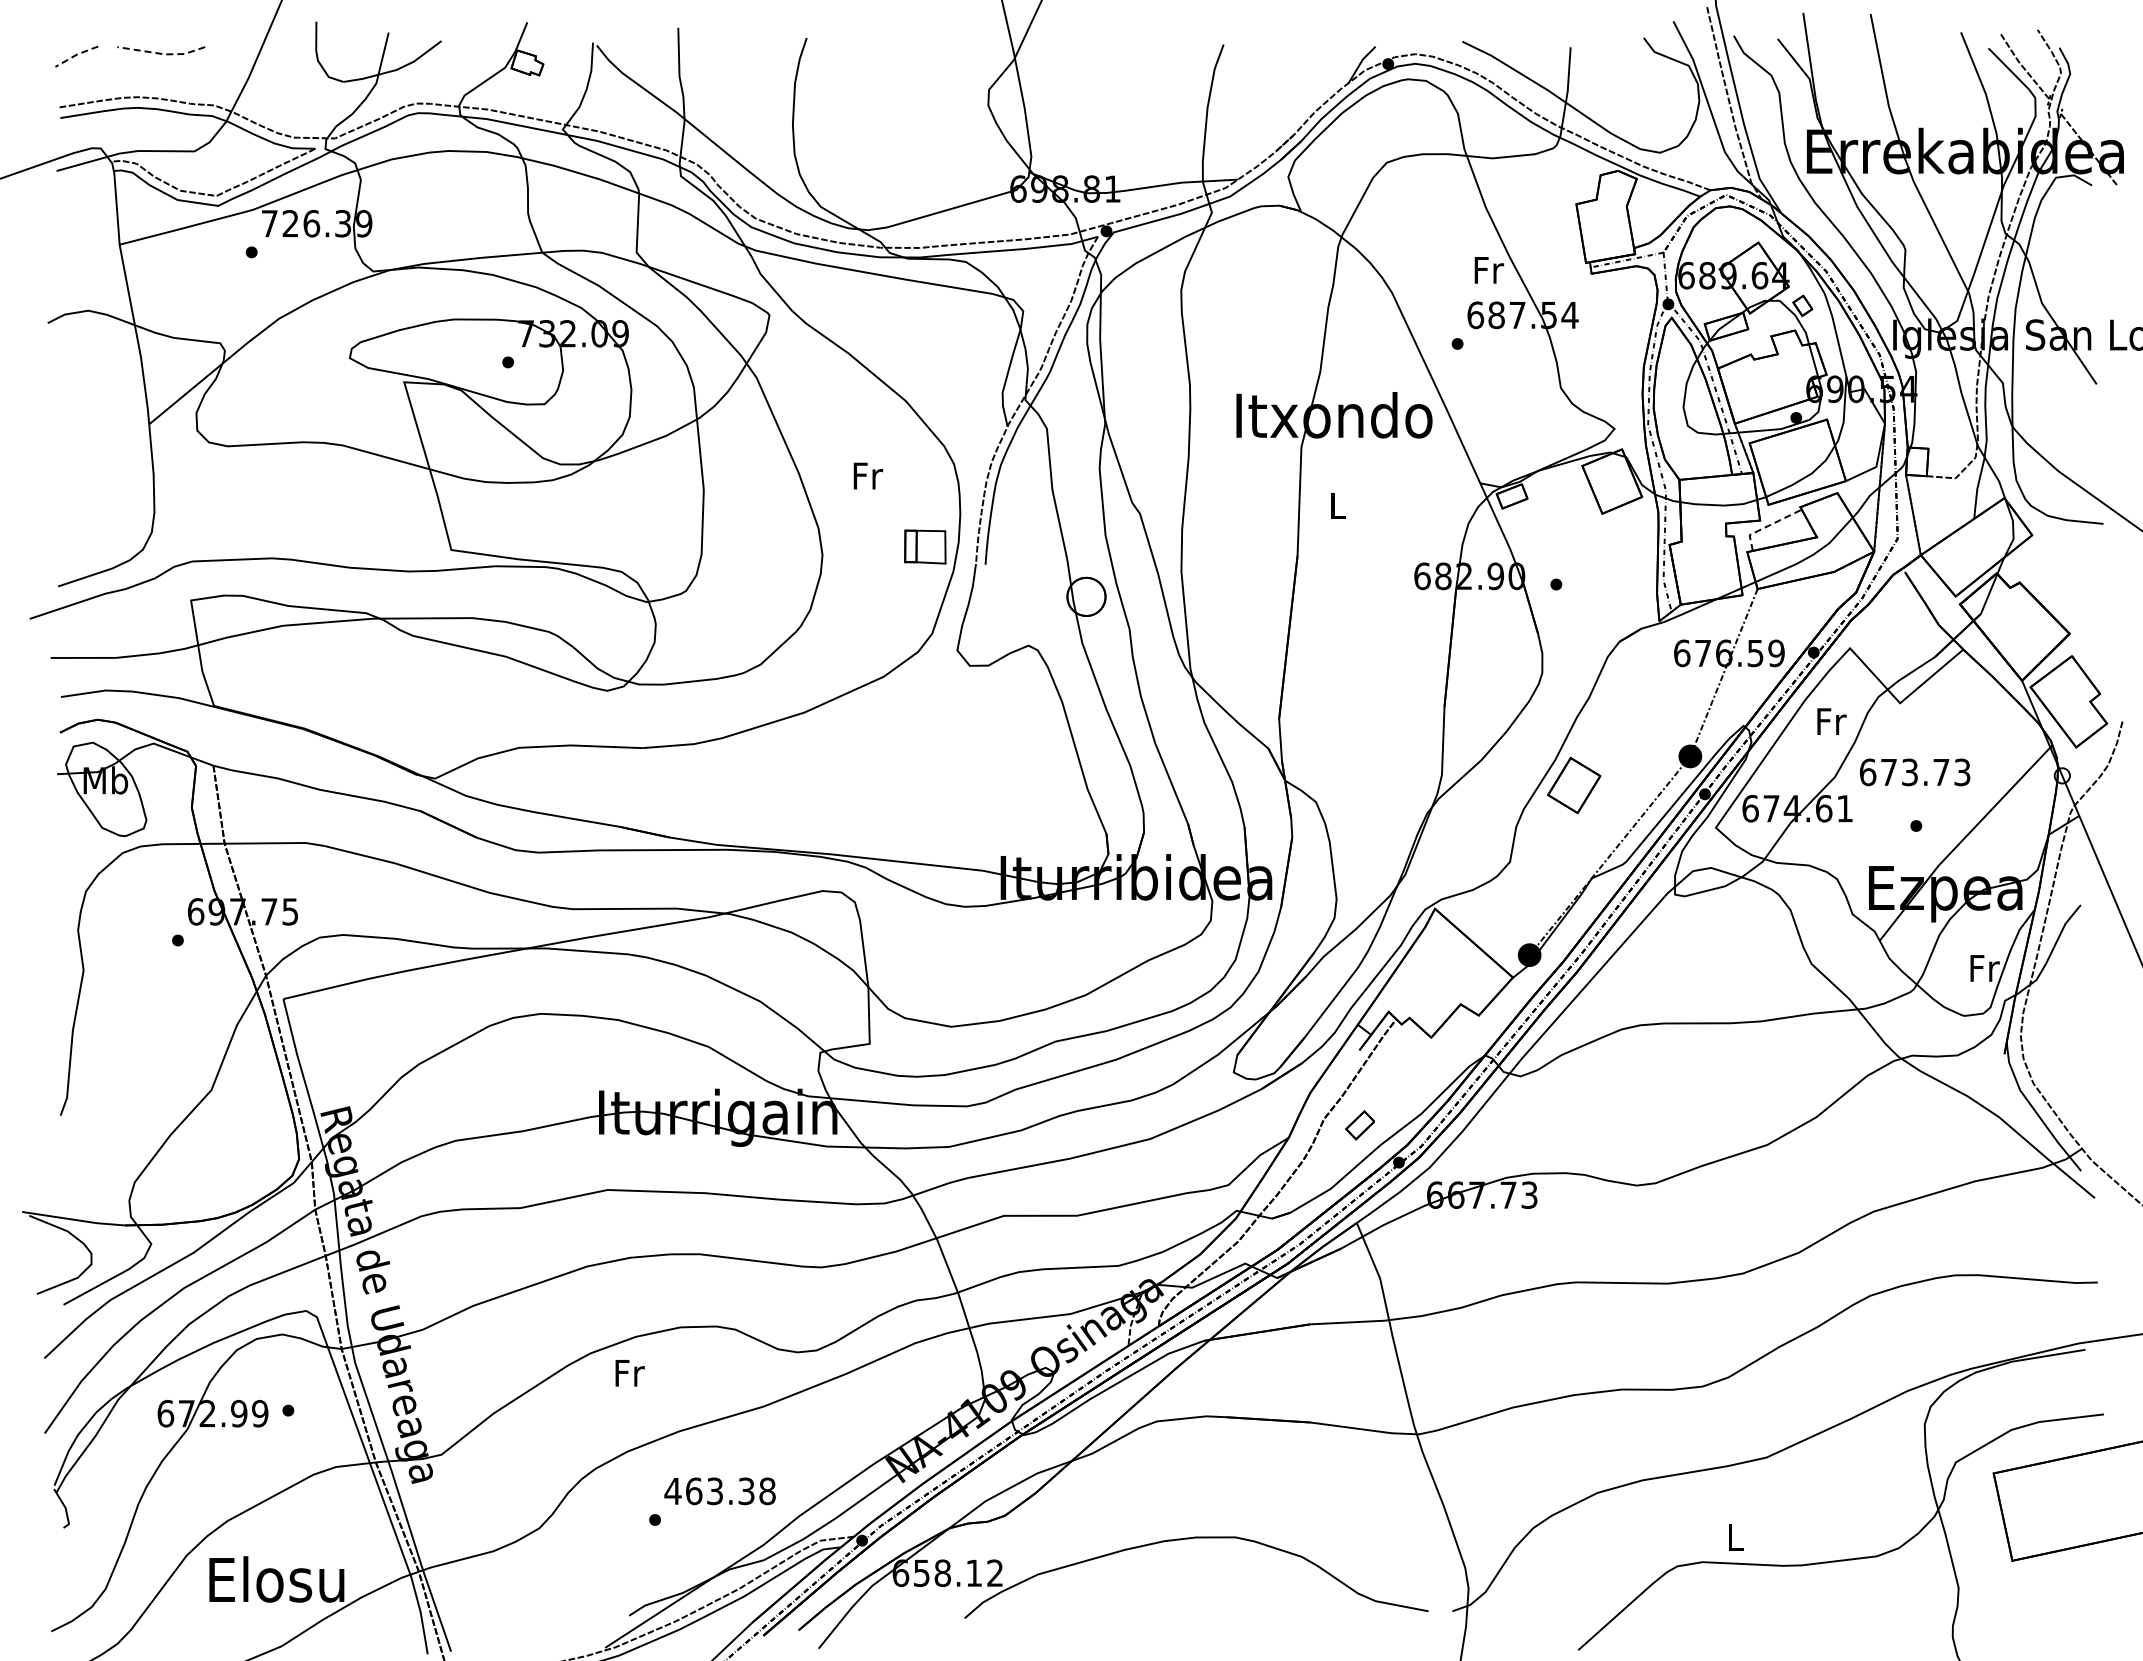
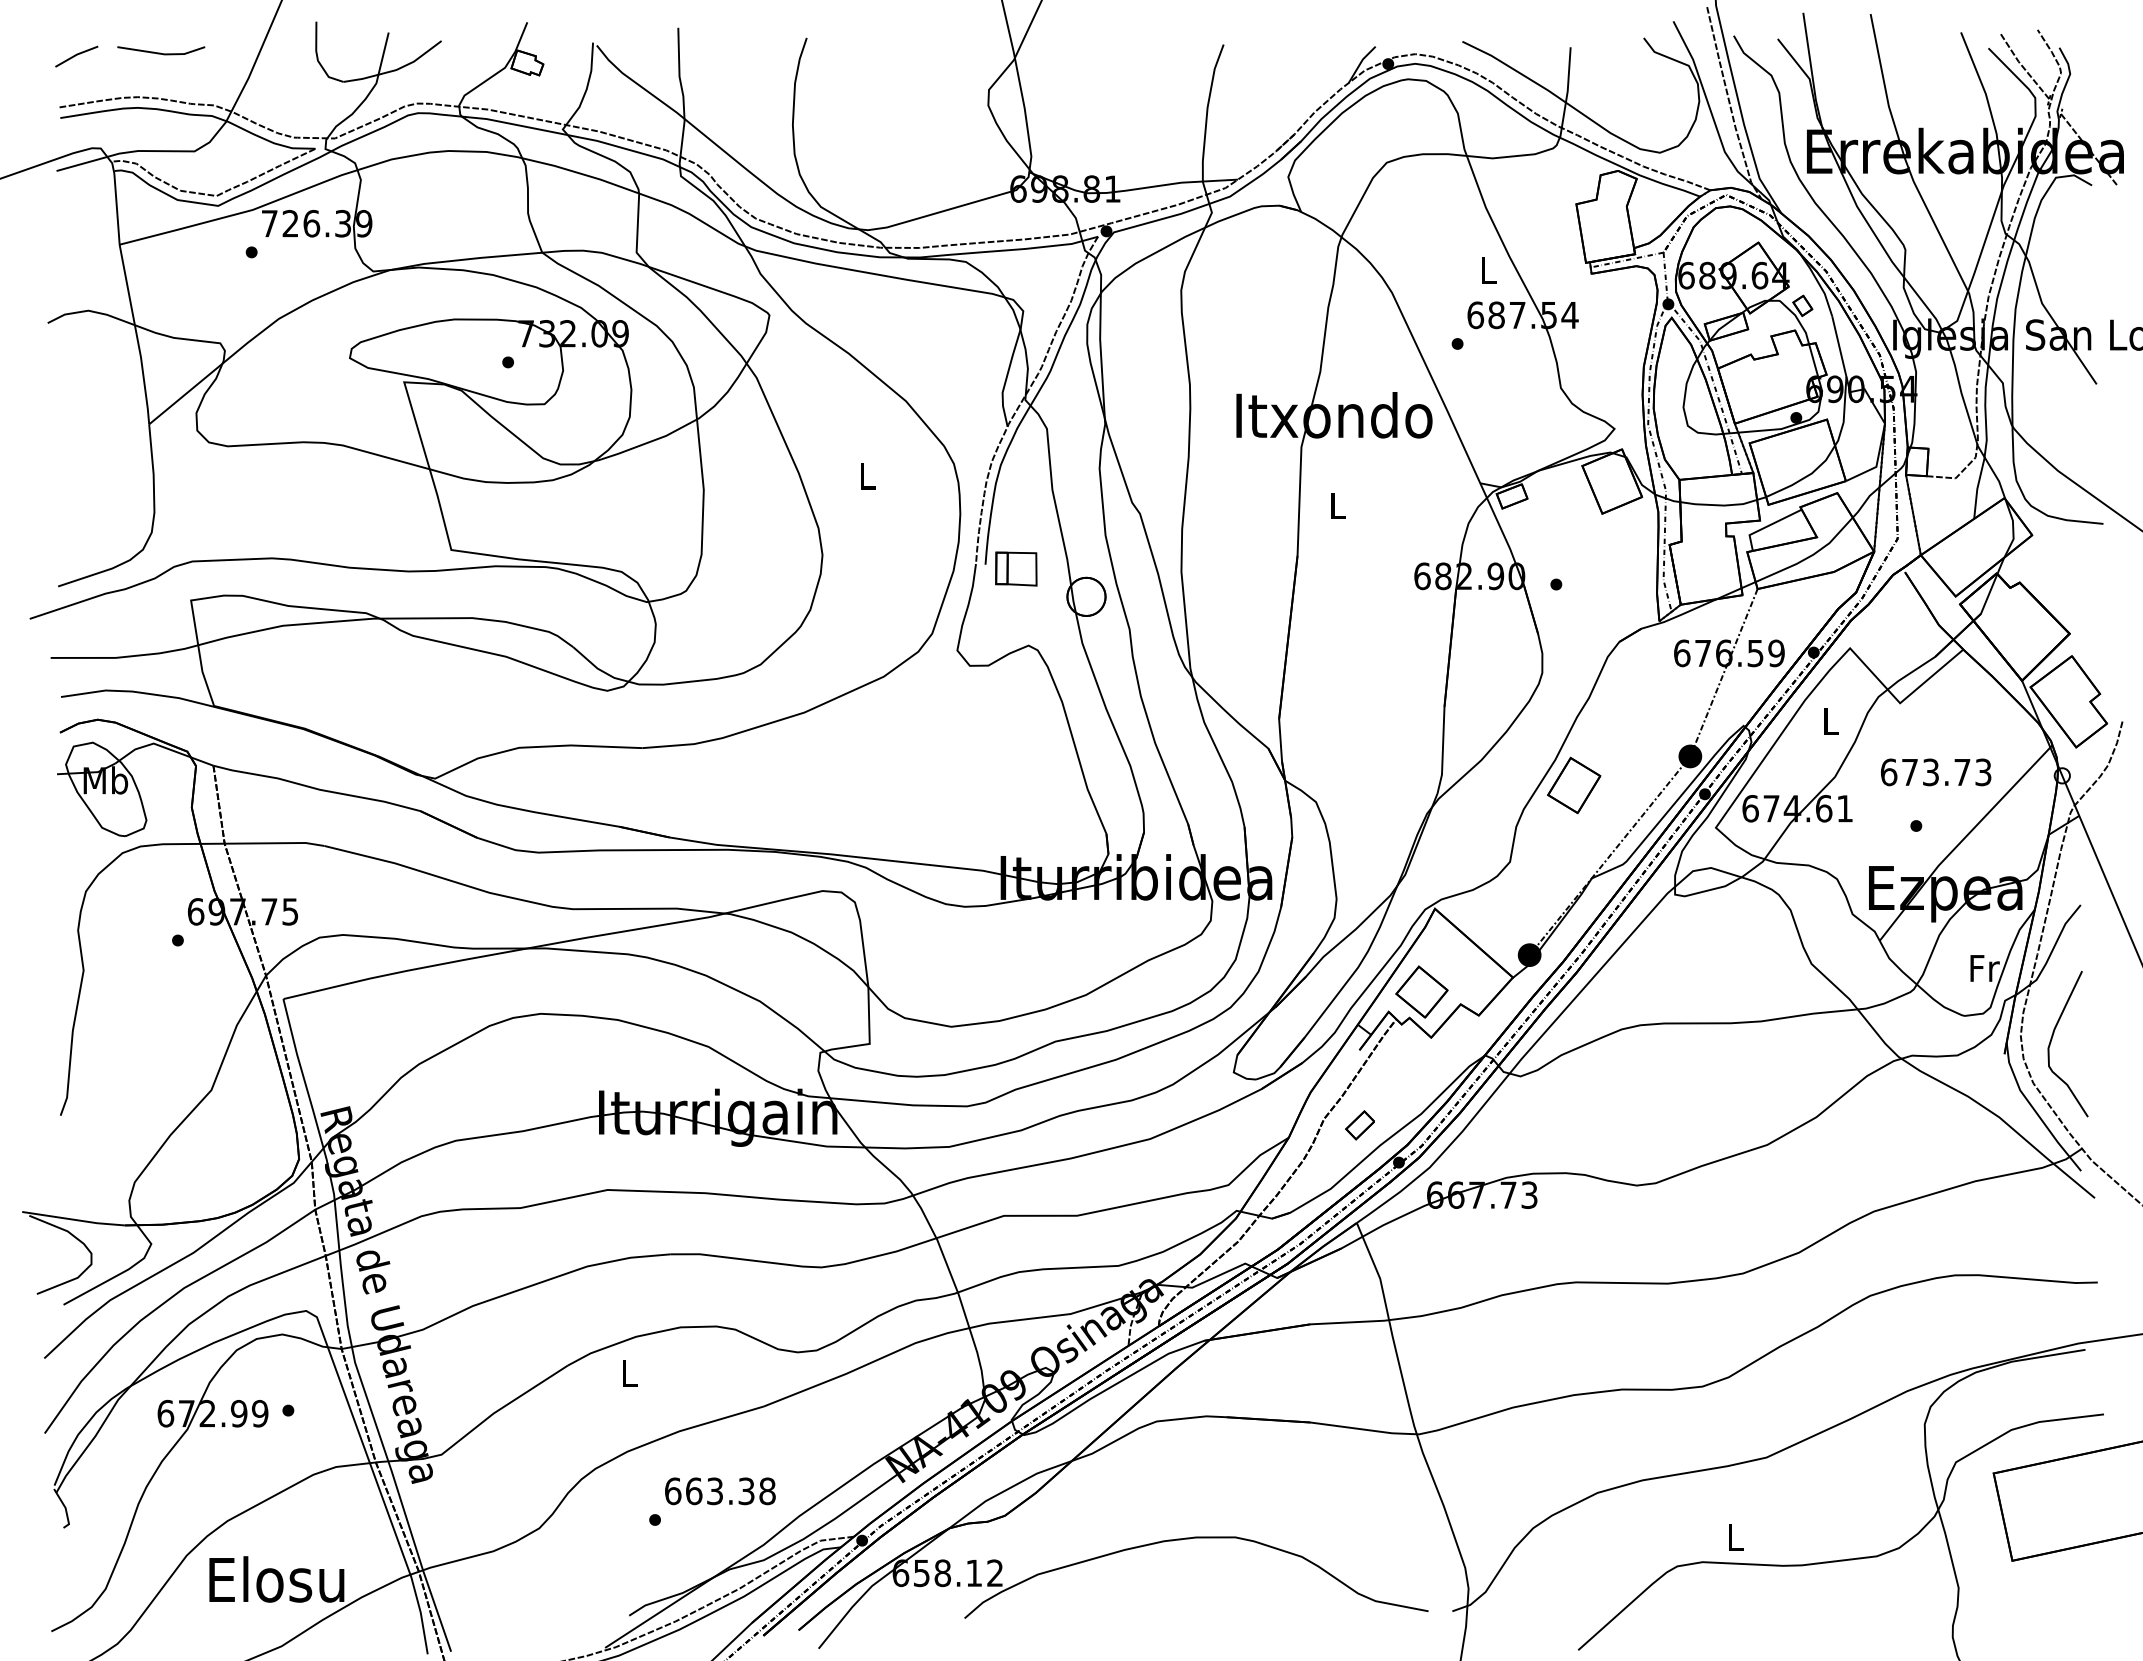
line at (162, 54): dashed -> solid
line at (76, 55): dashed -> solid
text at (1489, 270): Fr -> L
text at (868, 475): Fr -> L
line at (1768, 526): dashed -> solid
part at (925, 546) position: (925, 546) -> (1016, 568)
text at (1831, 721): Fr -> L
text at (1915, 772) position: (1915, 772) -> (1936, 772)
part at (1421, 991): none -> present
curve at (2052, 1039): none -> present
text at (629, 1373): Fr -> L
text at (672, 1491): 463.38 -> 663.38
